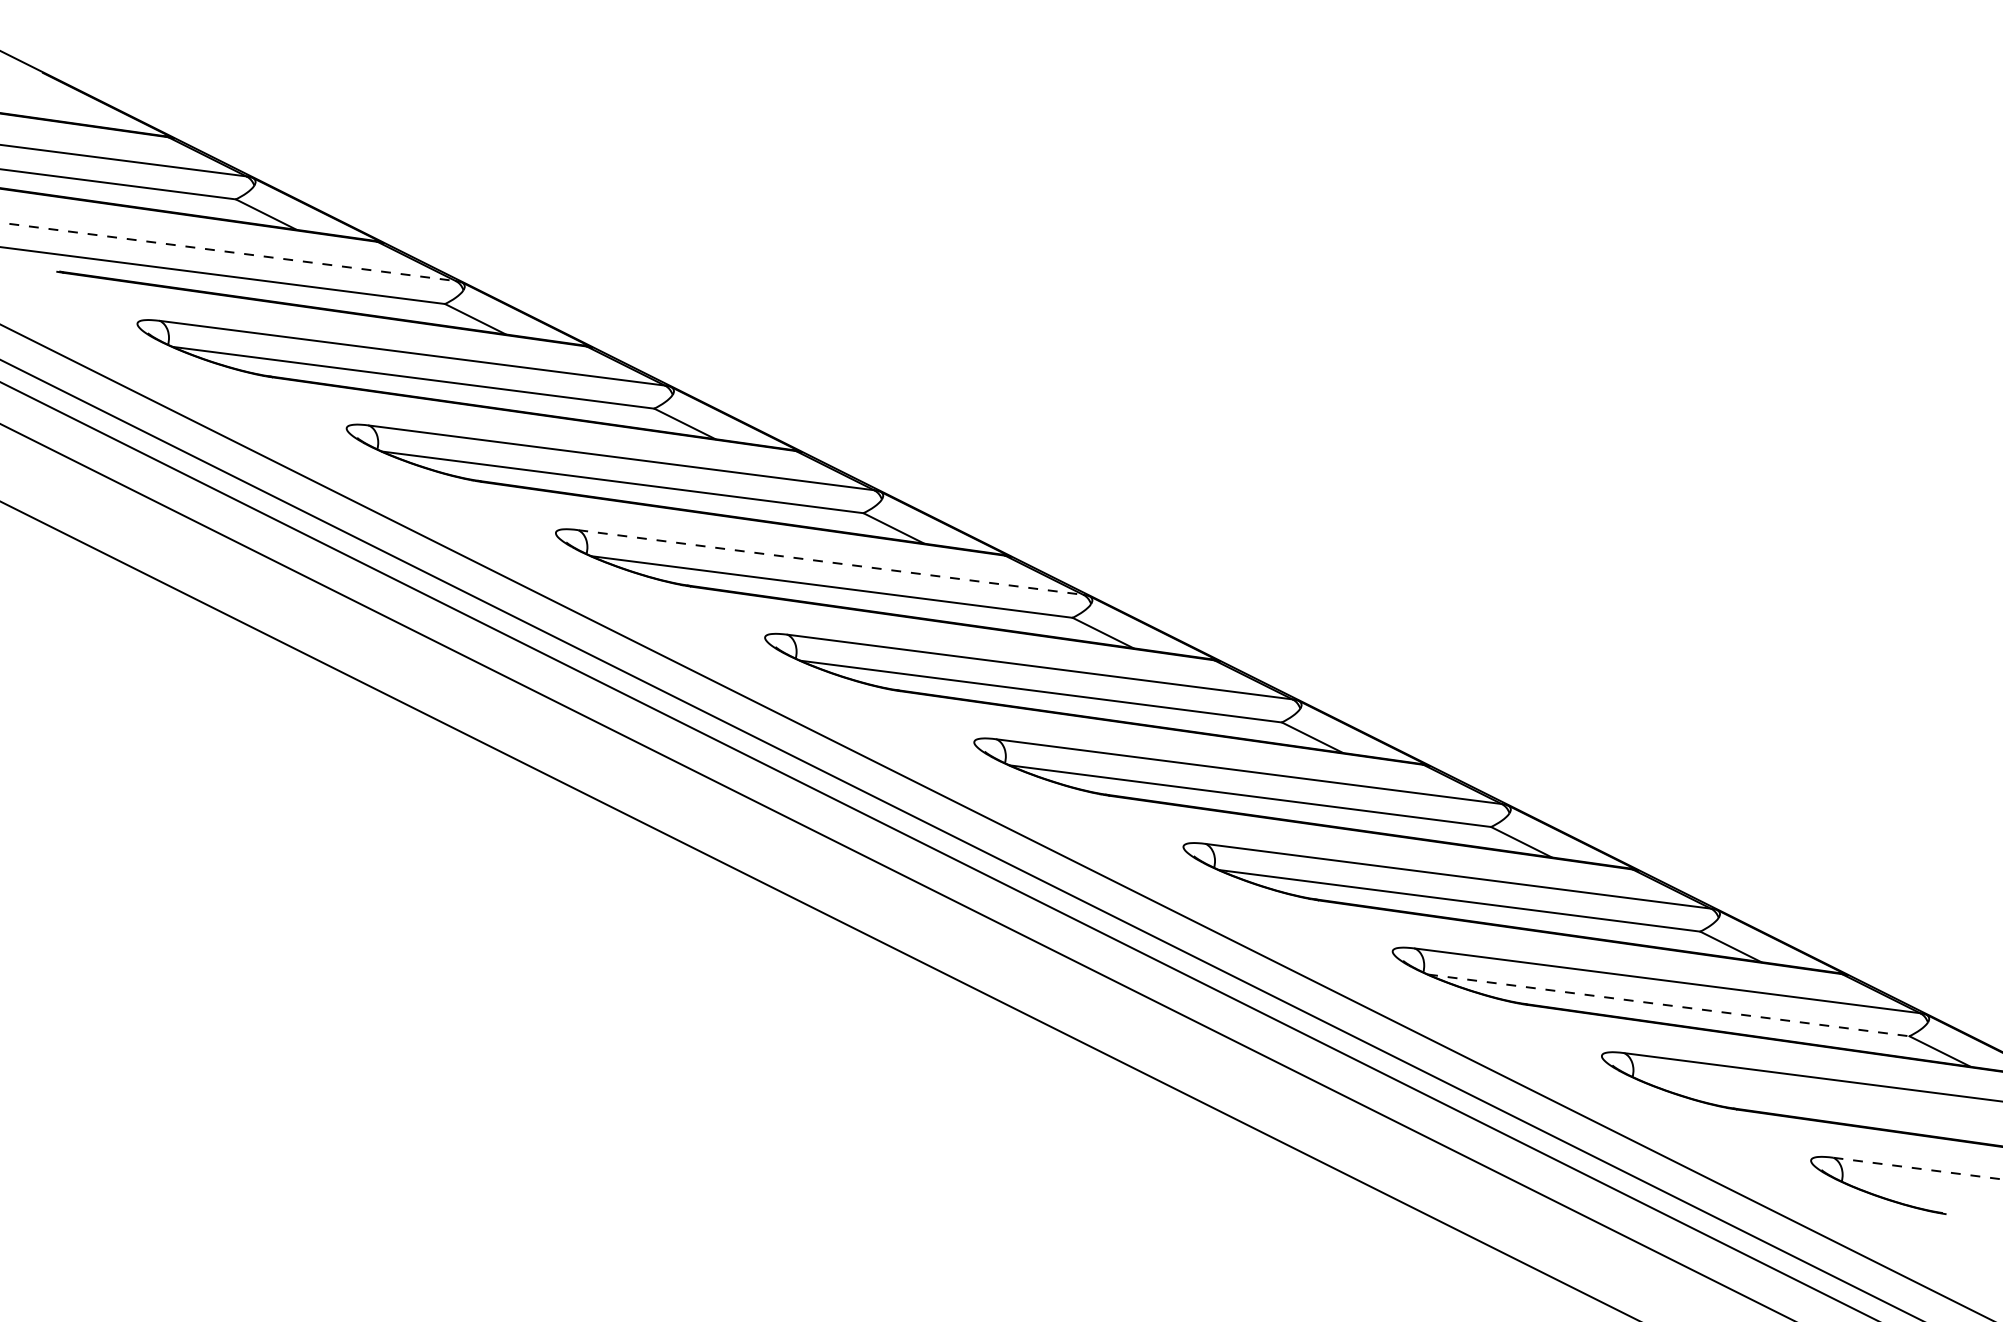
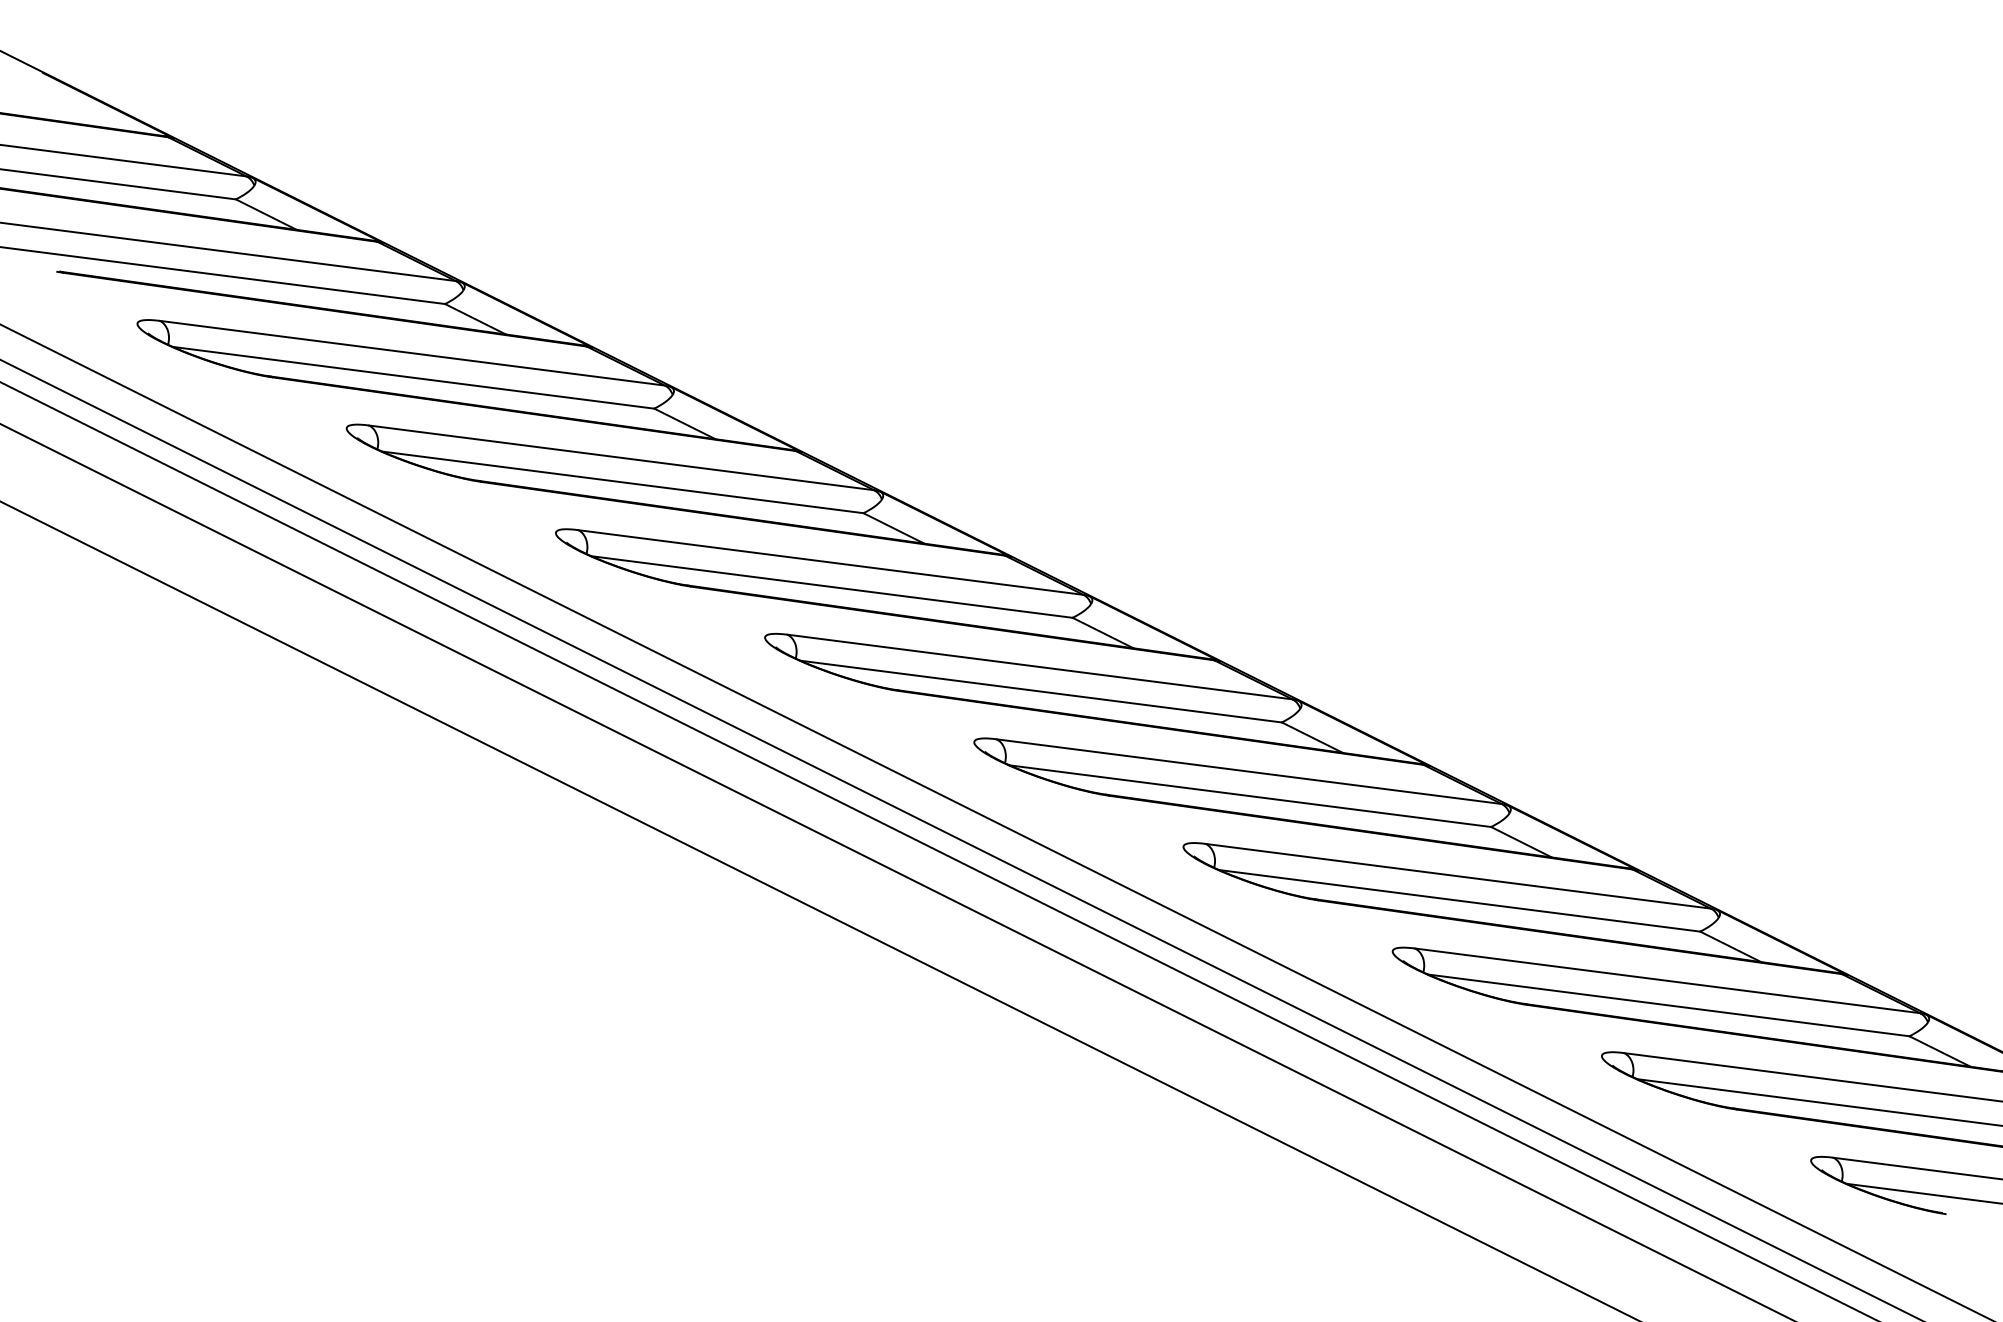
line at (228, 251): dashed -> solid
line at (830, 562): dashed -> solid
line at (1668, 1005): dashed -> solid
line at (1818, 1102): none -> present
line at (1918, 1168): dashed -> solid
line at (1922, 1193): none -> present
